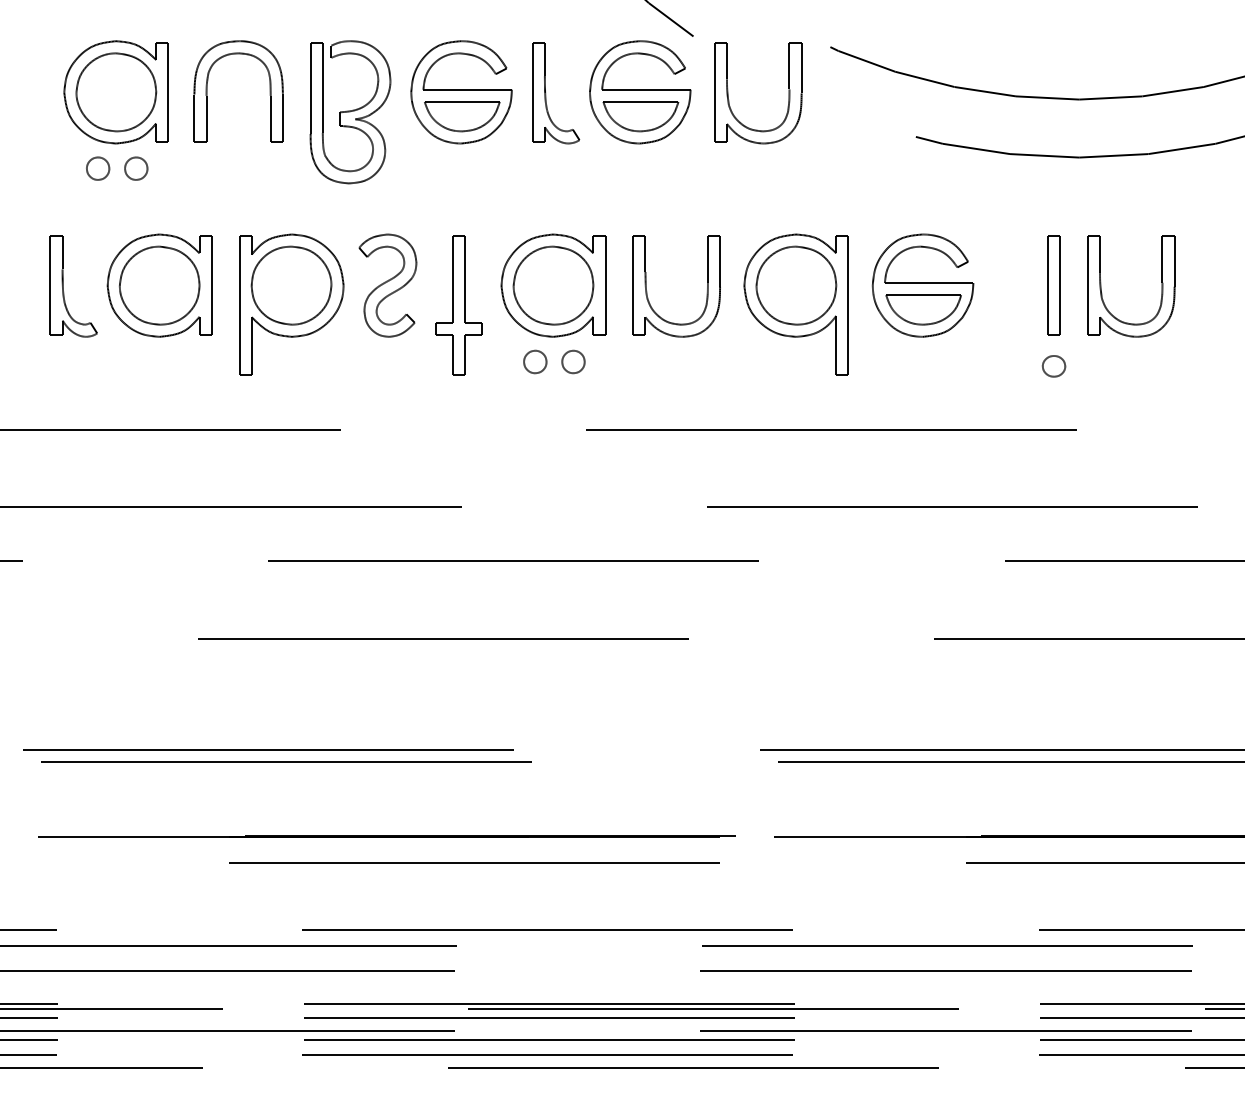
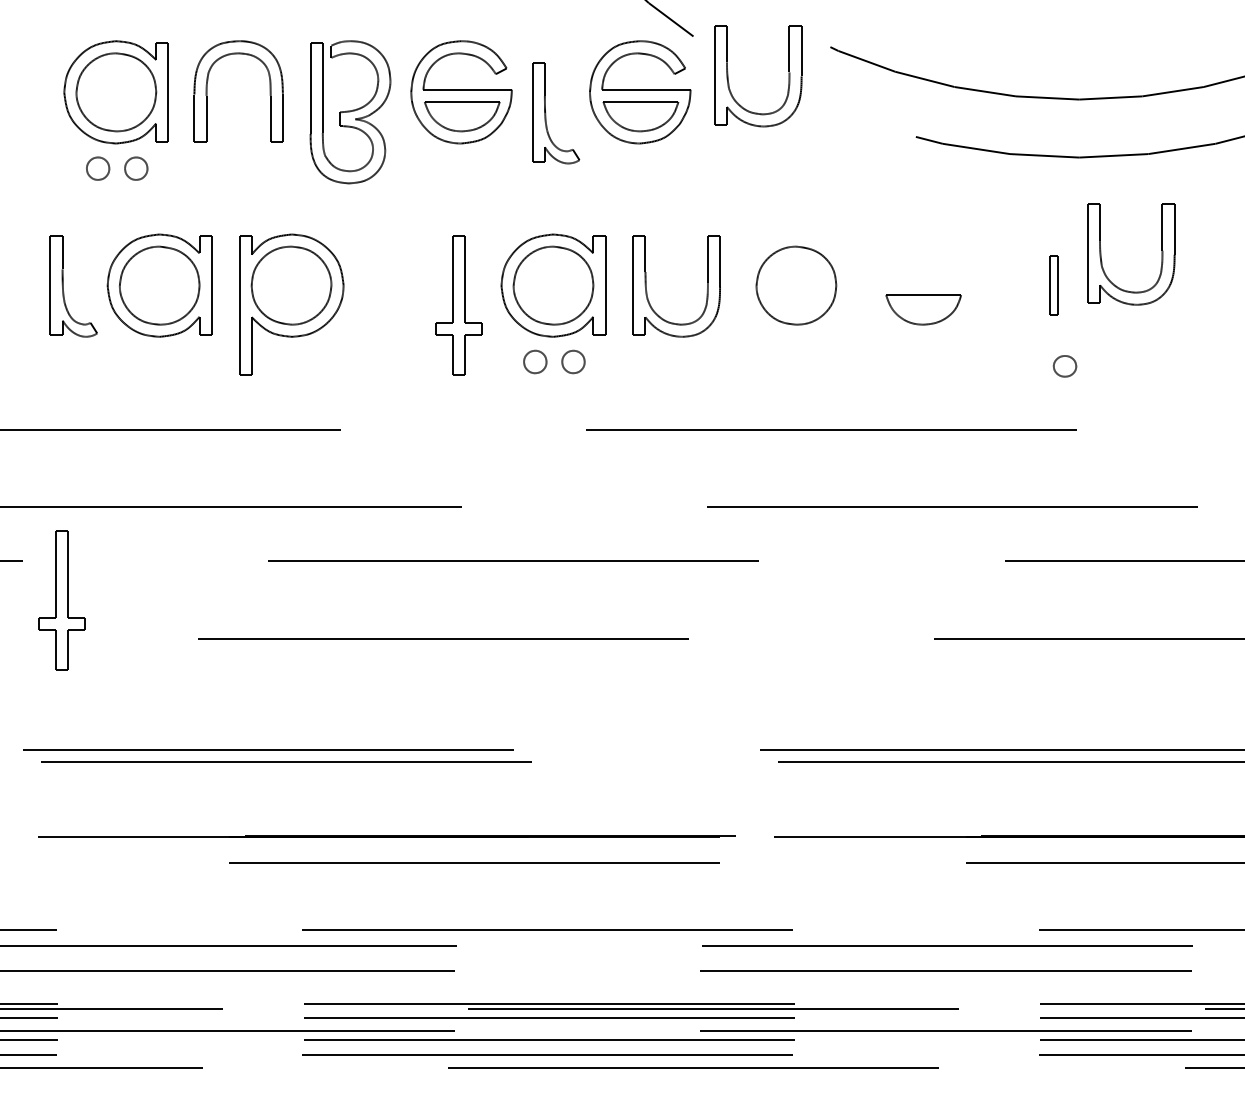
part at (546, 93) position: (546, 93) -> (546, 113)
part at (729, 100) position: (729, 100) -> (729, 83)
part at (387, 285): present -> none
part at (922, 285): present -> none
part at (1053, 285) size: 14x101 px -> 10x61 px
part at (1102, 293) position: (1102, 293) -> (1102, 261)
part at (795, 304): present -> none
part at (1053, 366) position: (1053, 366) -> (1064, 366)
part at (61, 600): none -> present
